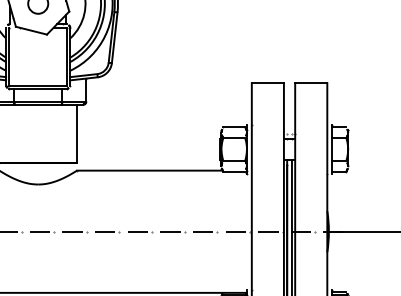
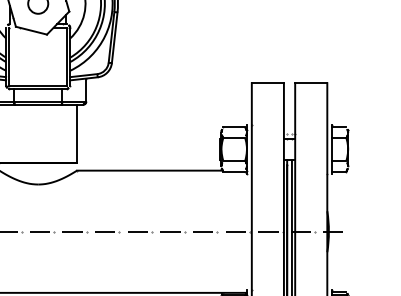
line at (363, 231): present -> none
